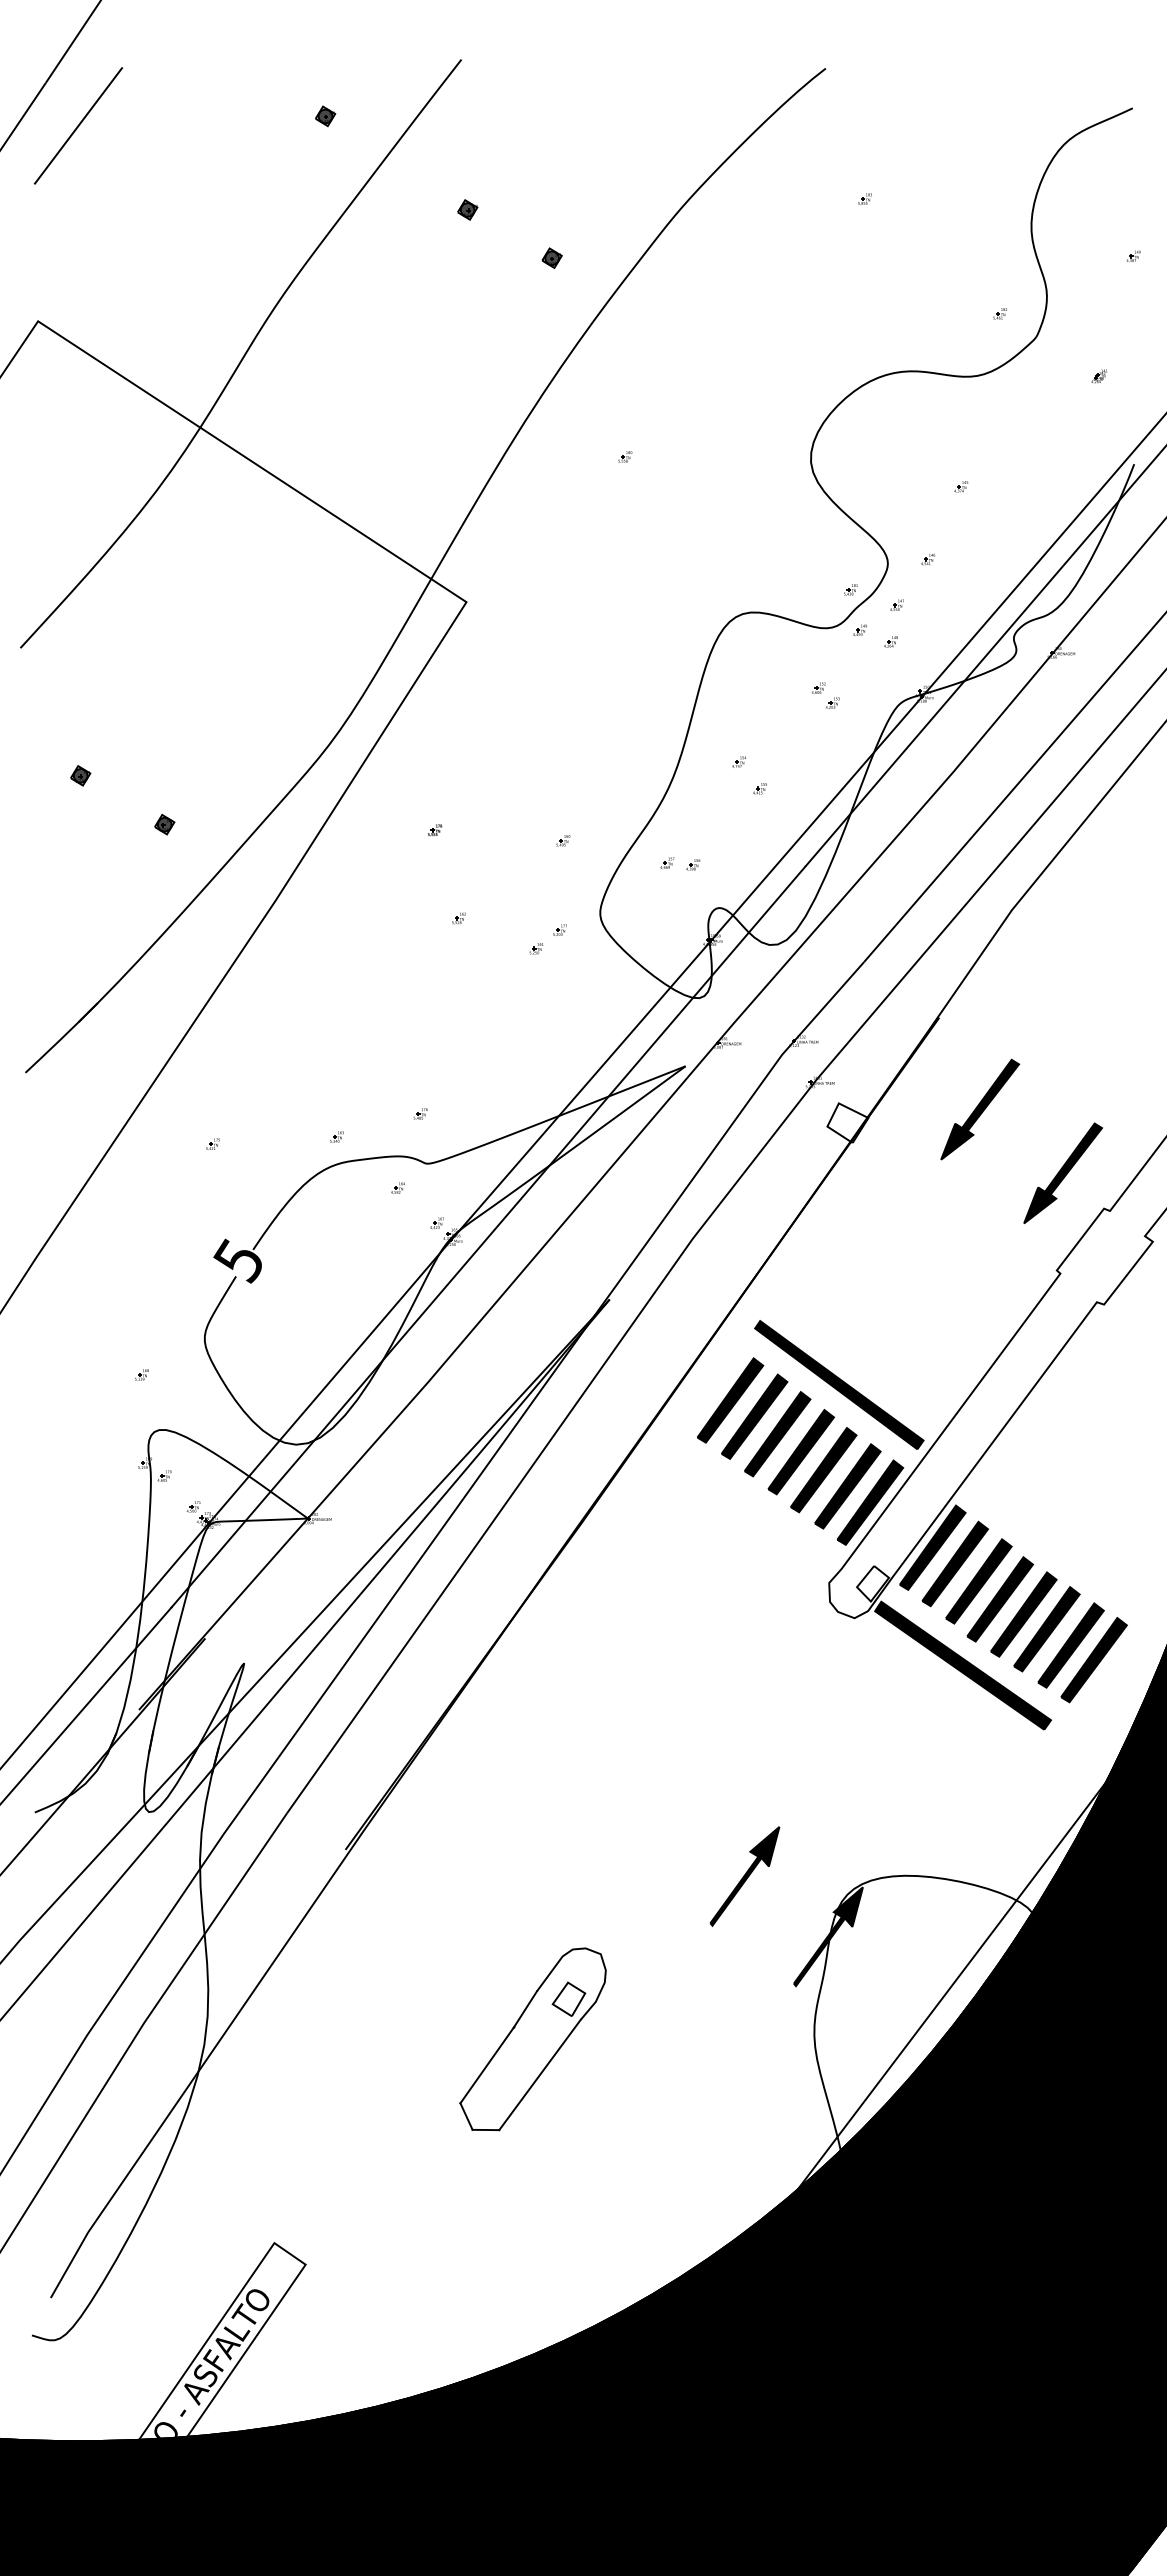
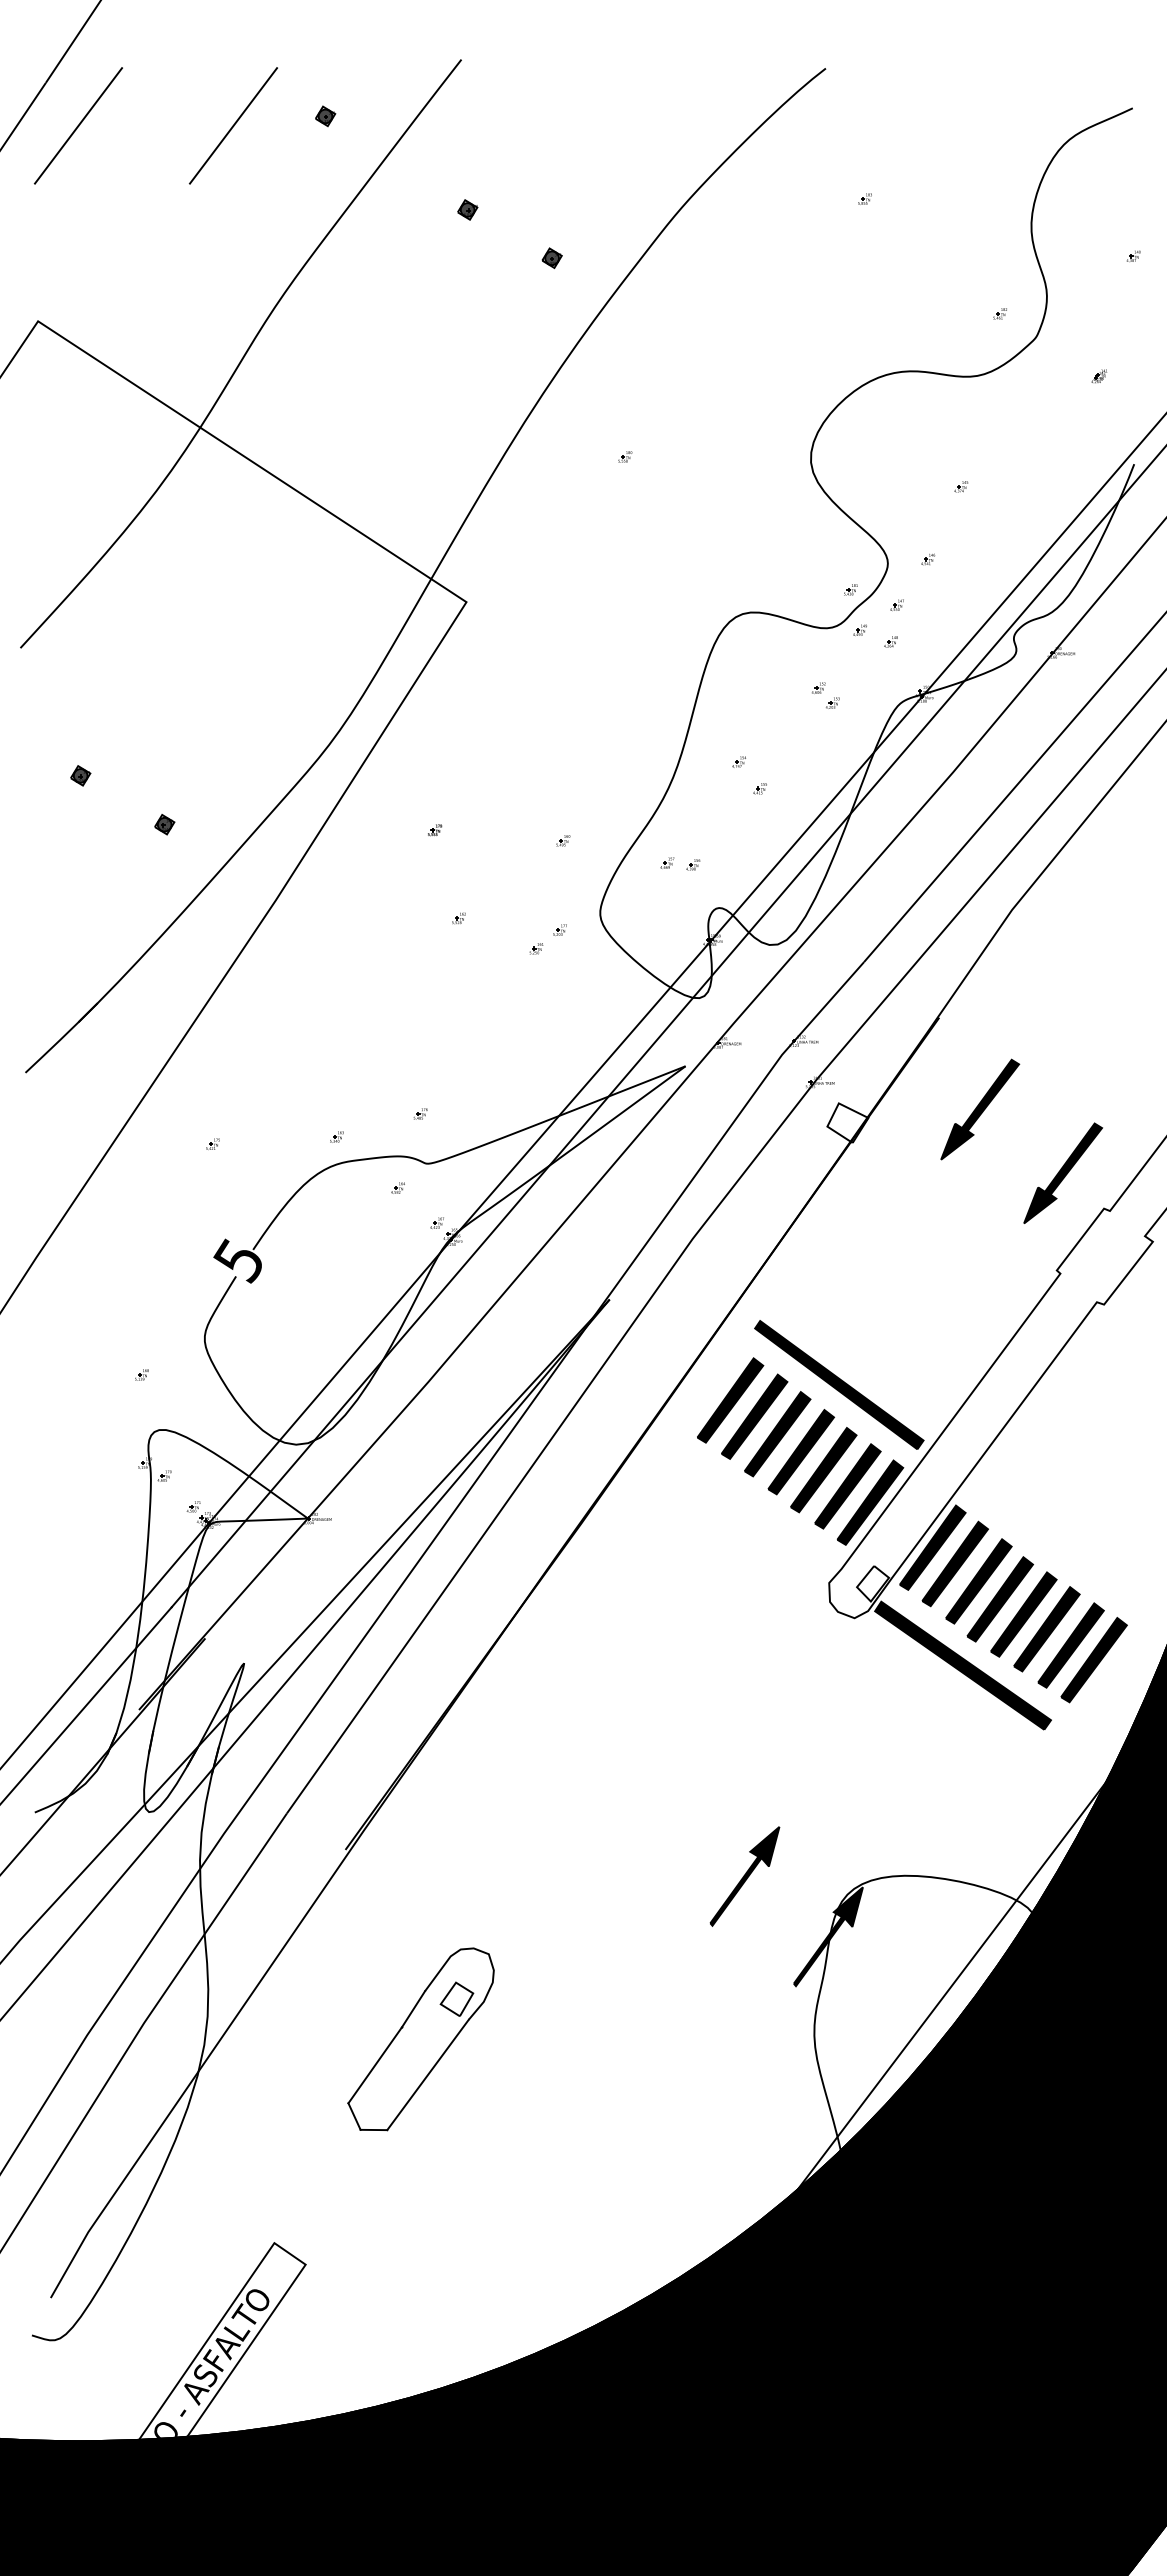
line at (232, 125): none -> present
part at (532, 2039) position: (532, 2039) -> (420, 2039)
